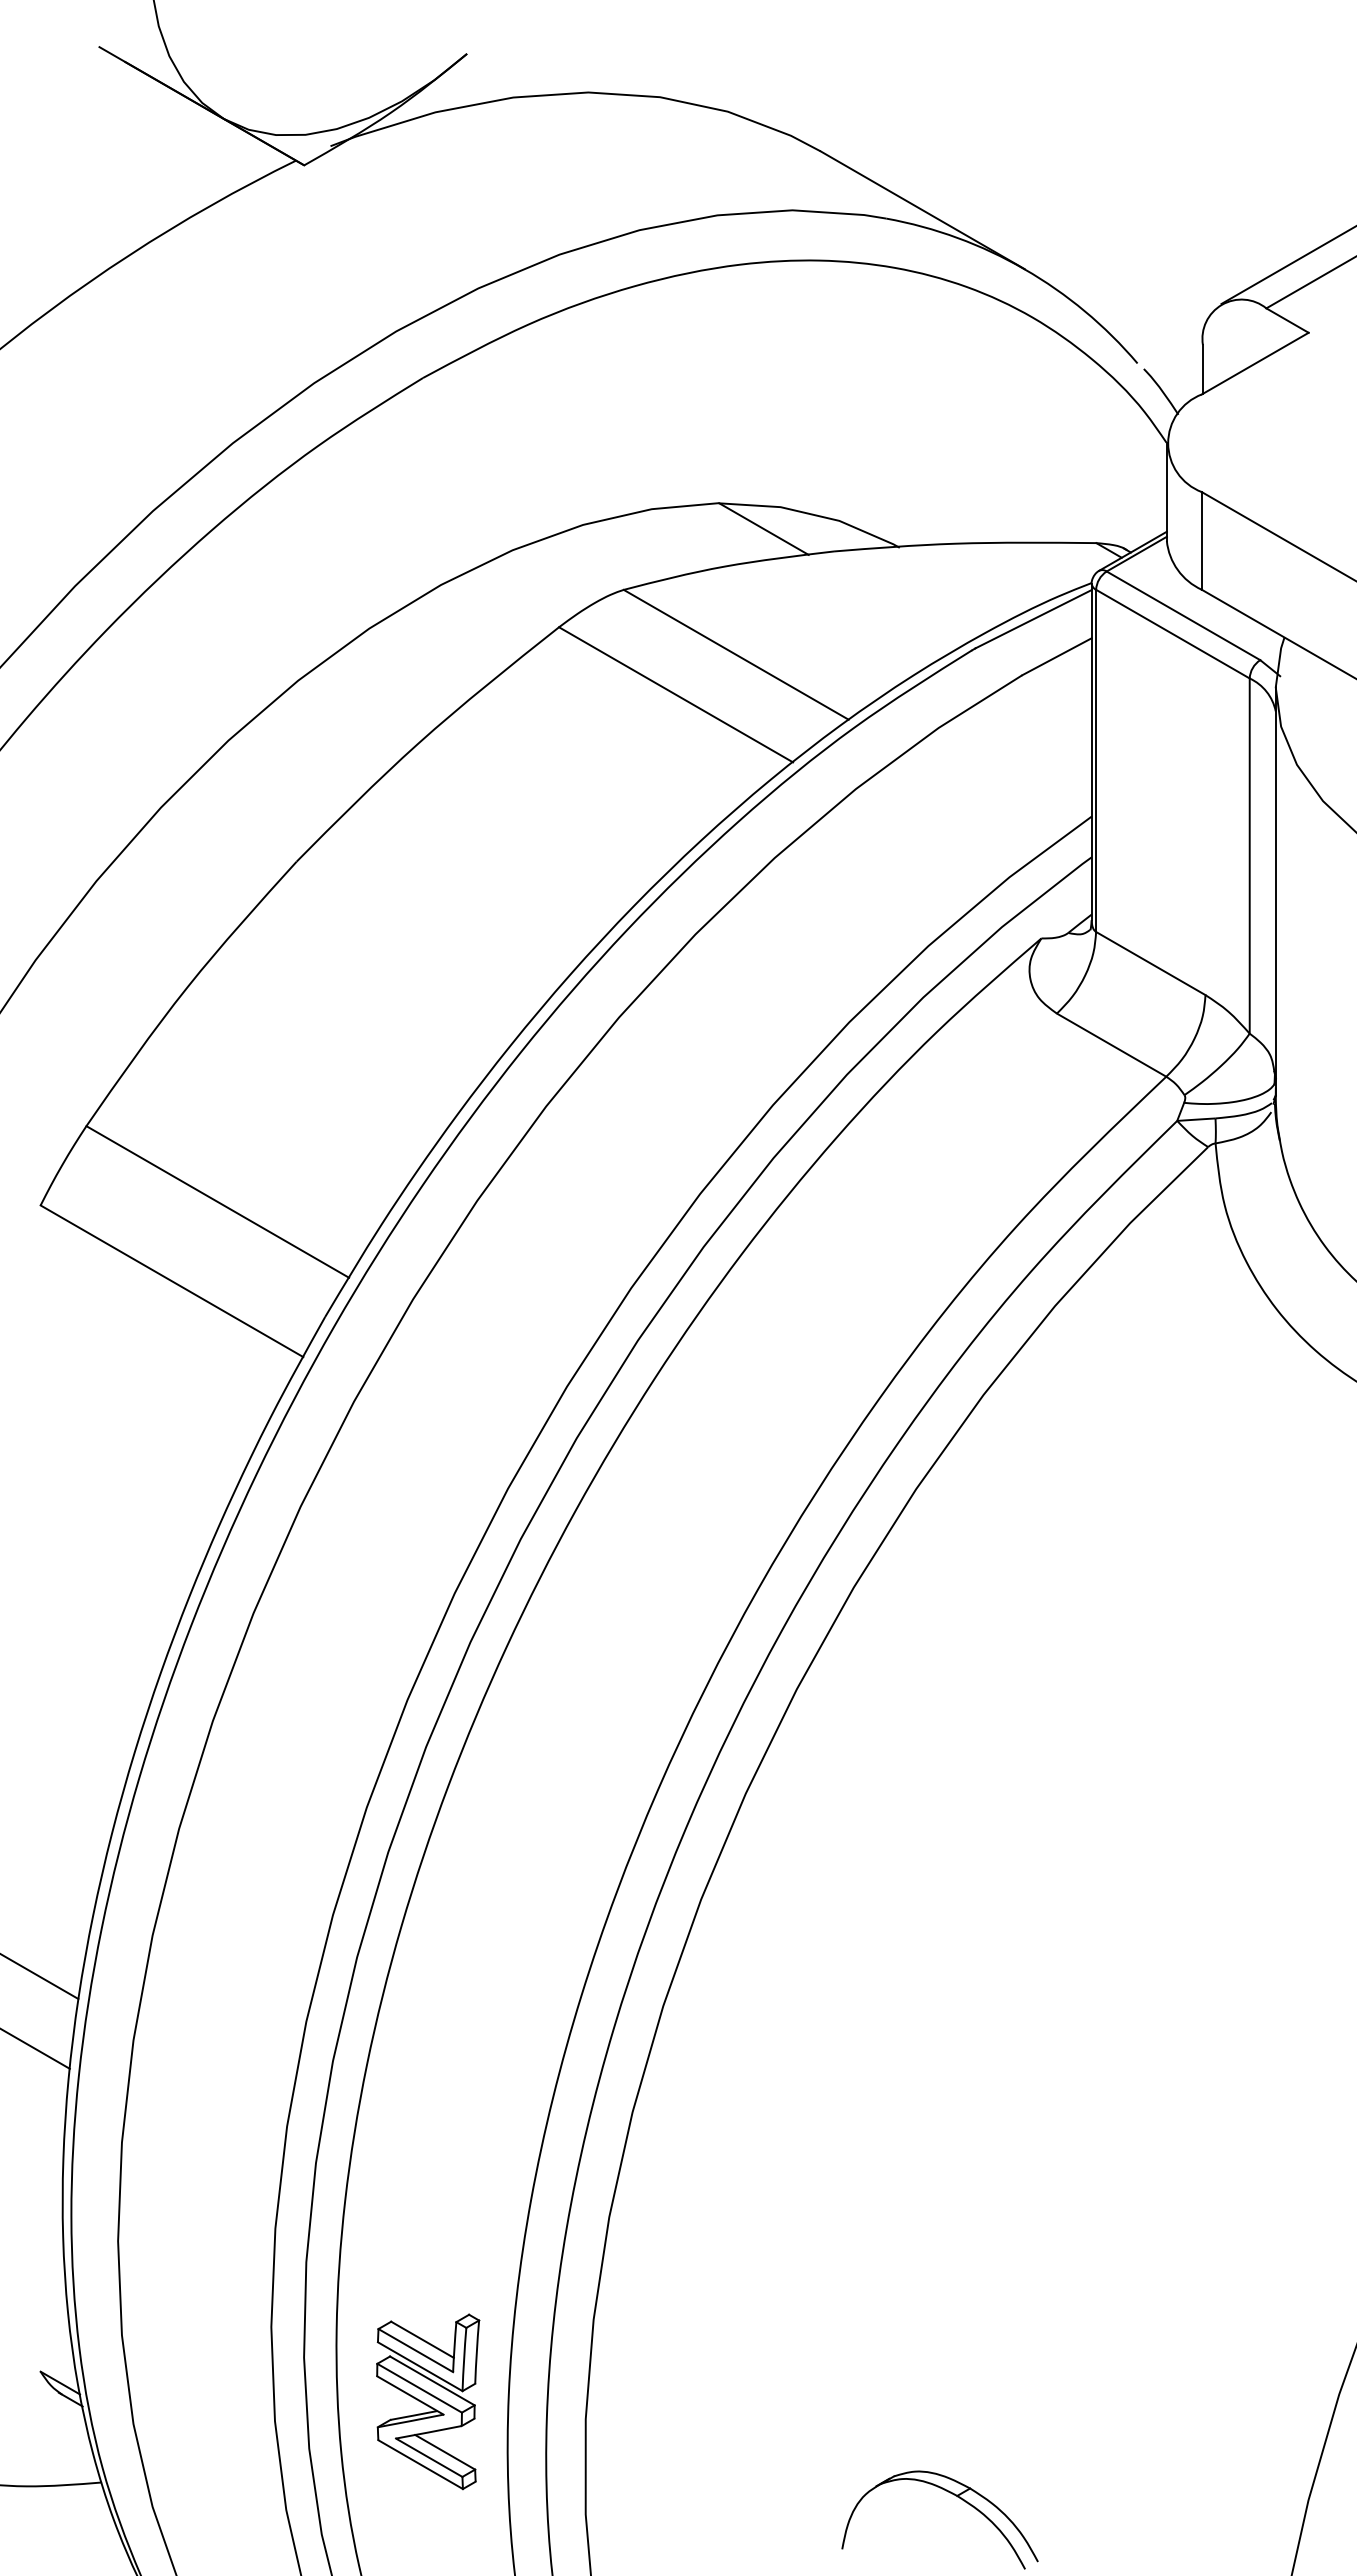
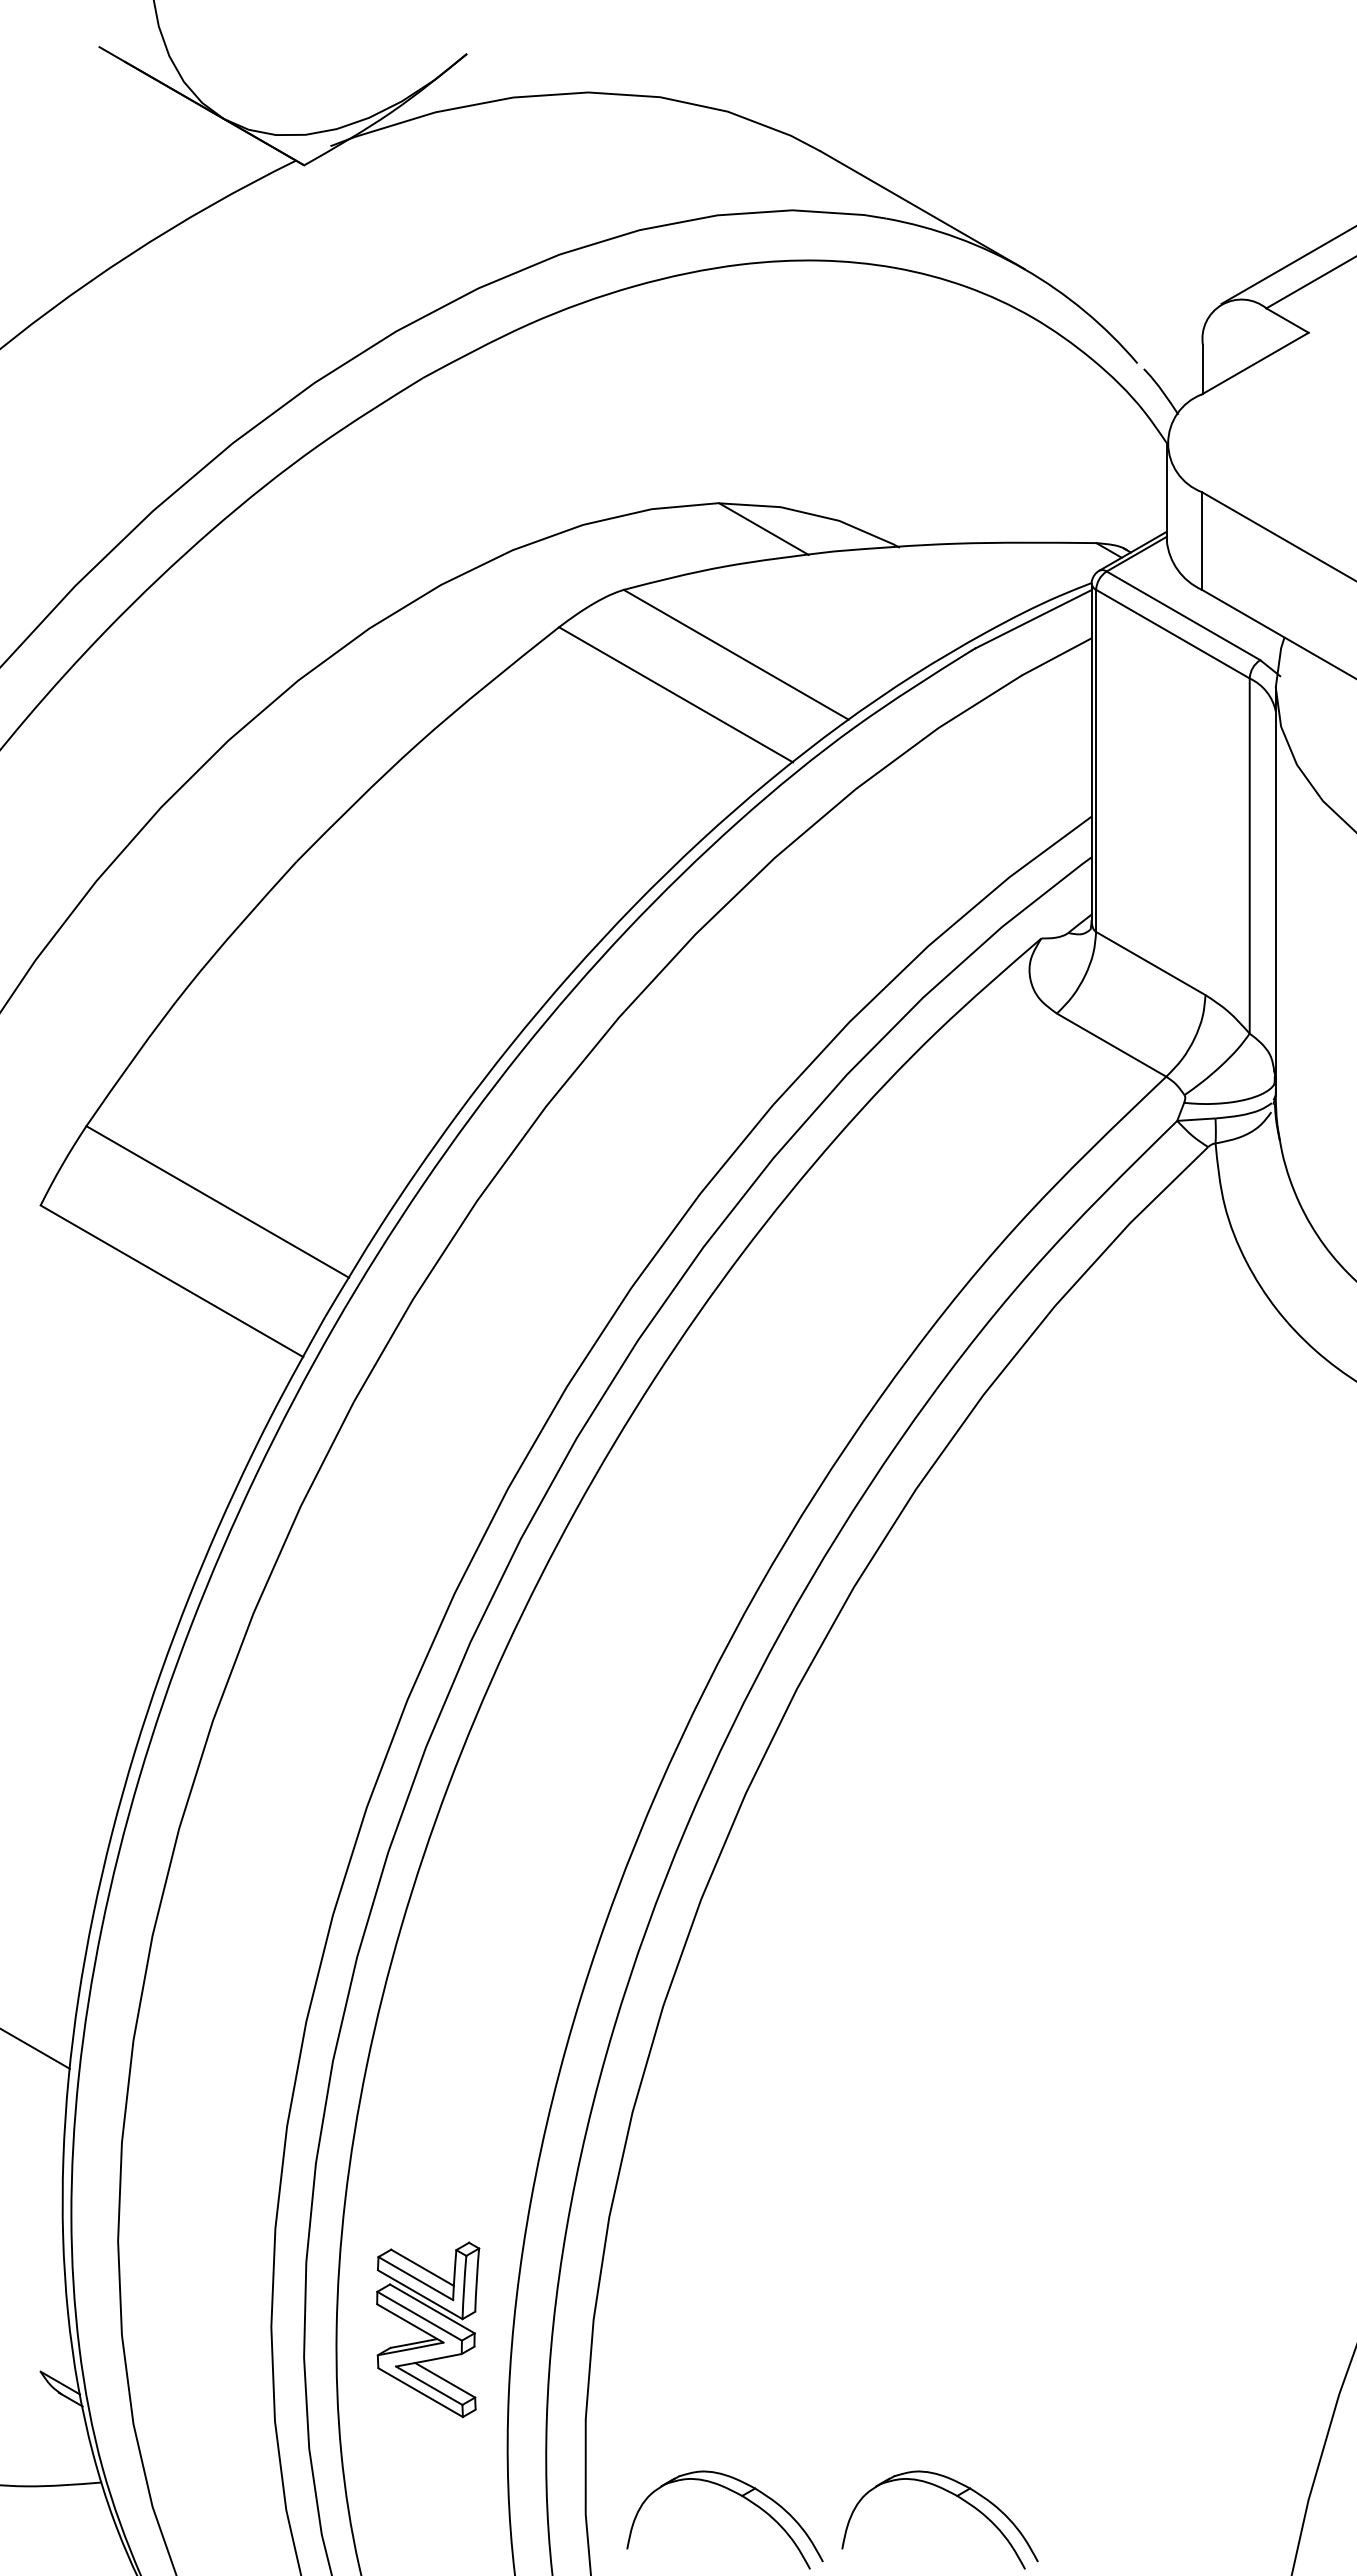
line at (40, 1976): present -> none
part at (428, 2401) position: (428, 2401) -> (428, 2329)
part at (740, 2496): none -> present
